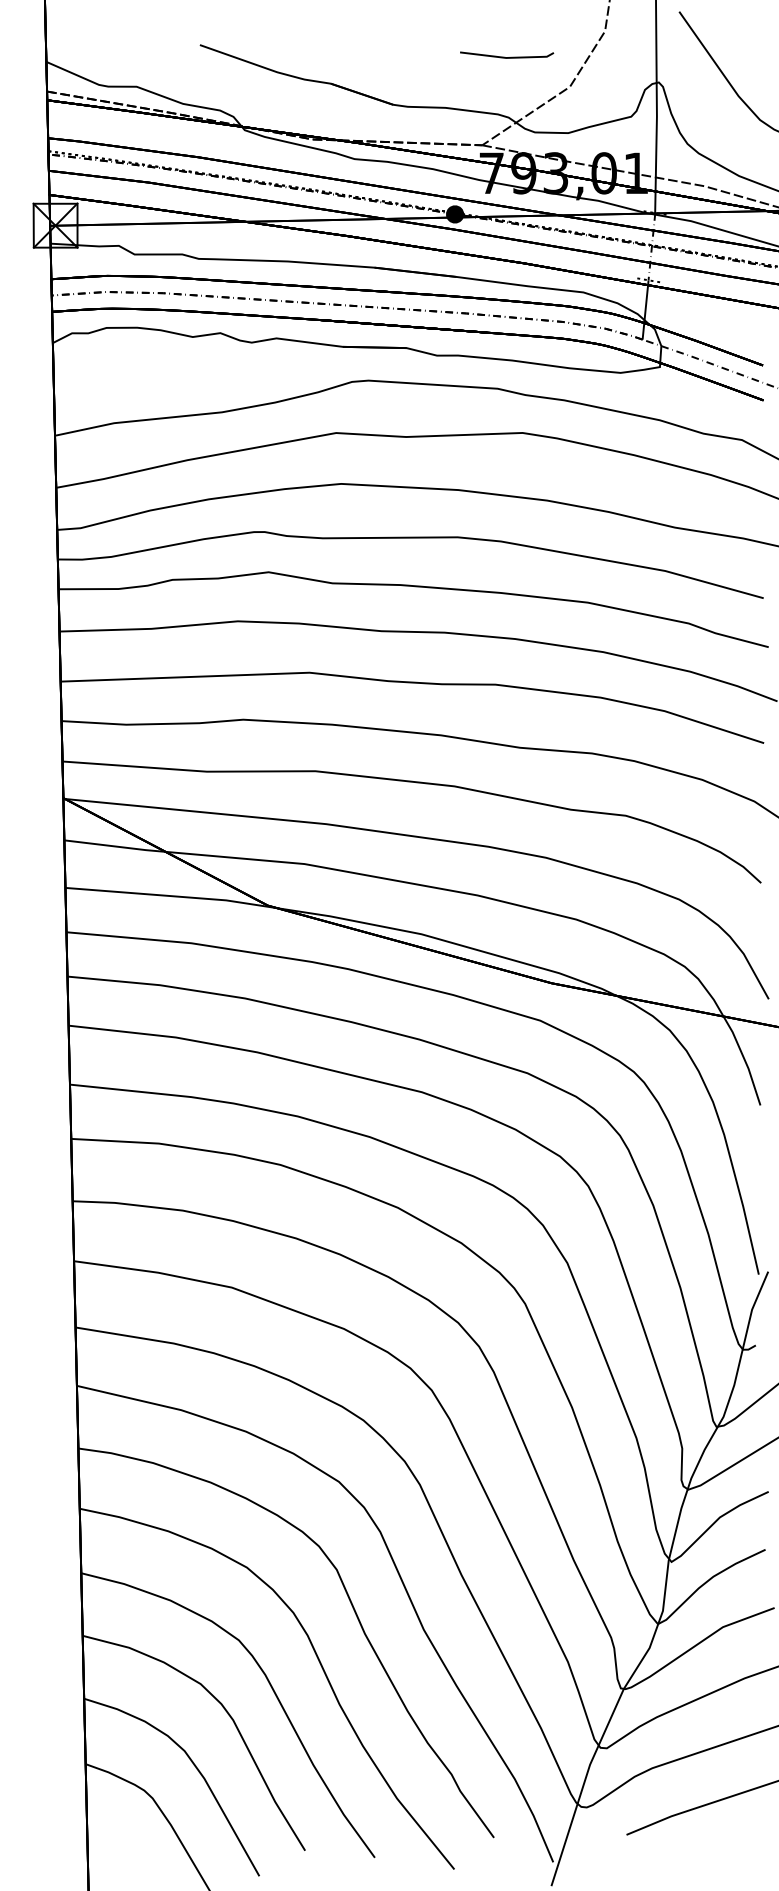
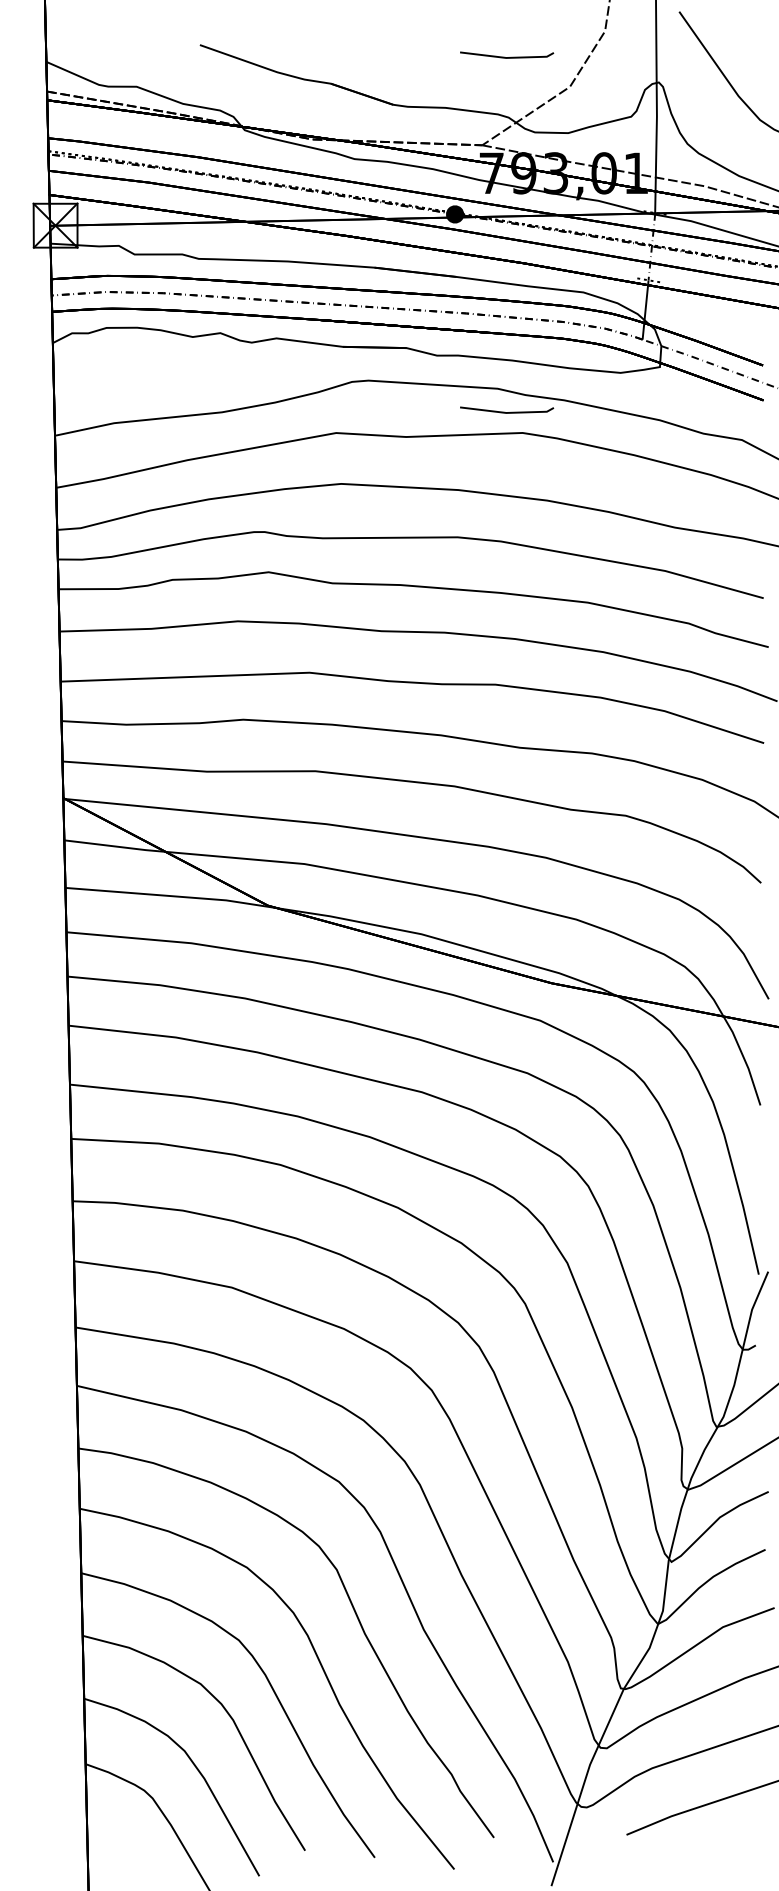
line at (507, 412): none -> present
